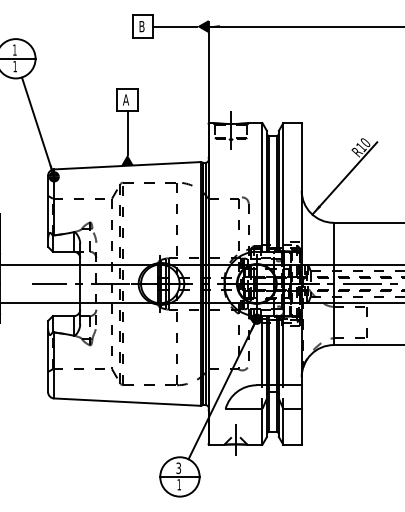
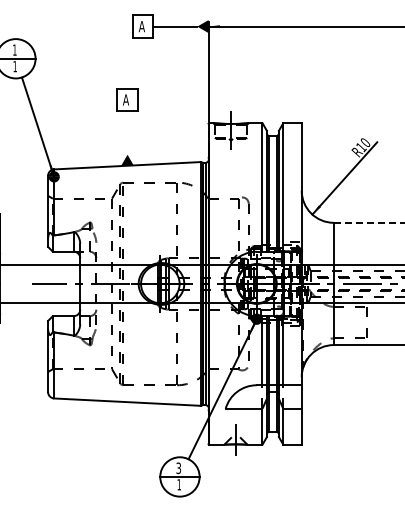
text at (141, 26): B -> A
line at (127, 132): present -> none
line at (369, 222): solid -> dashed
